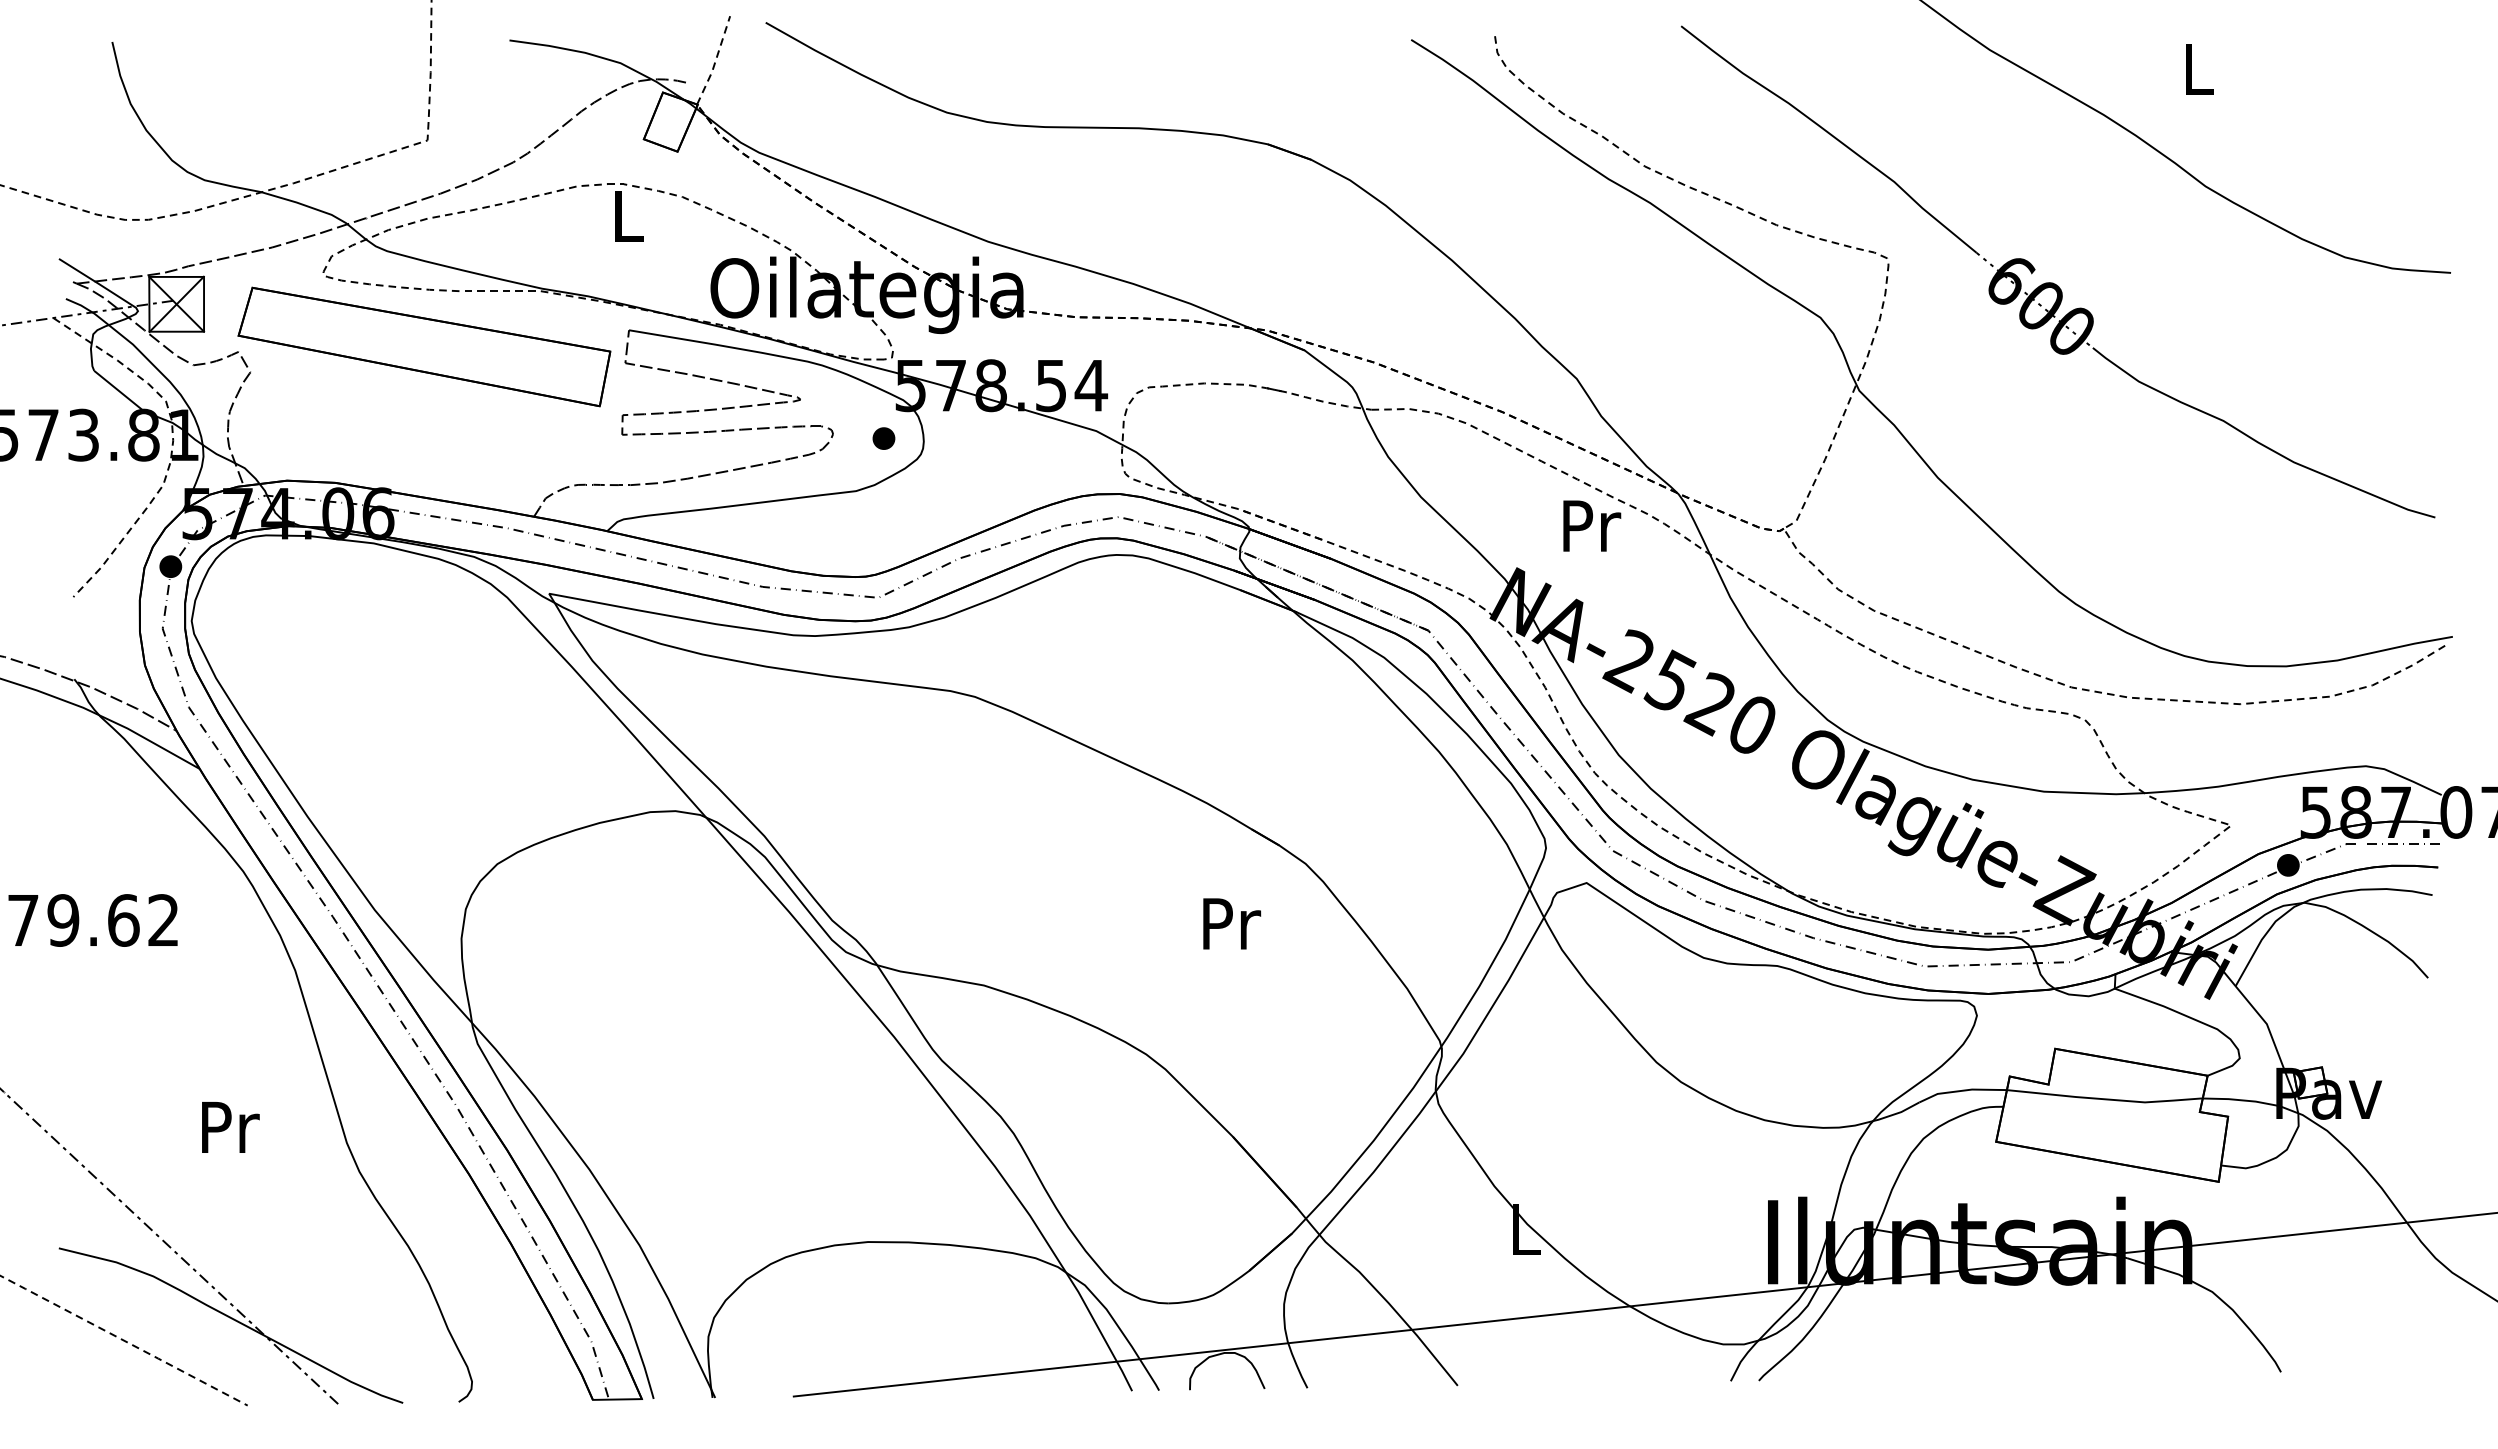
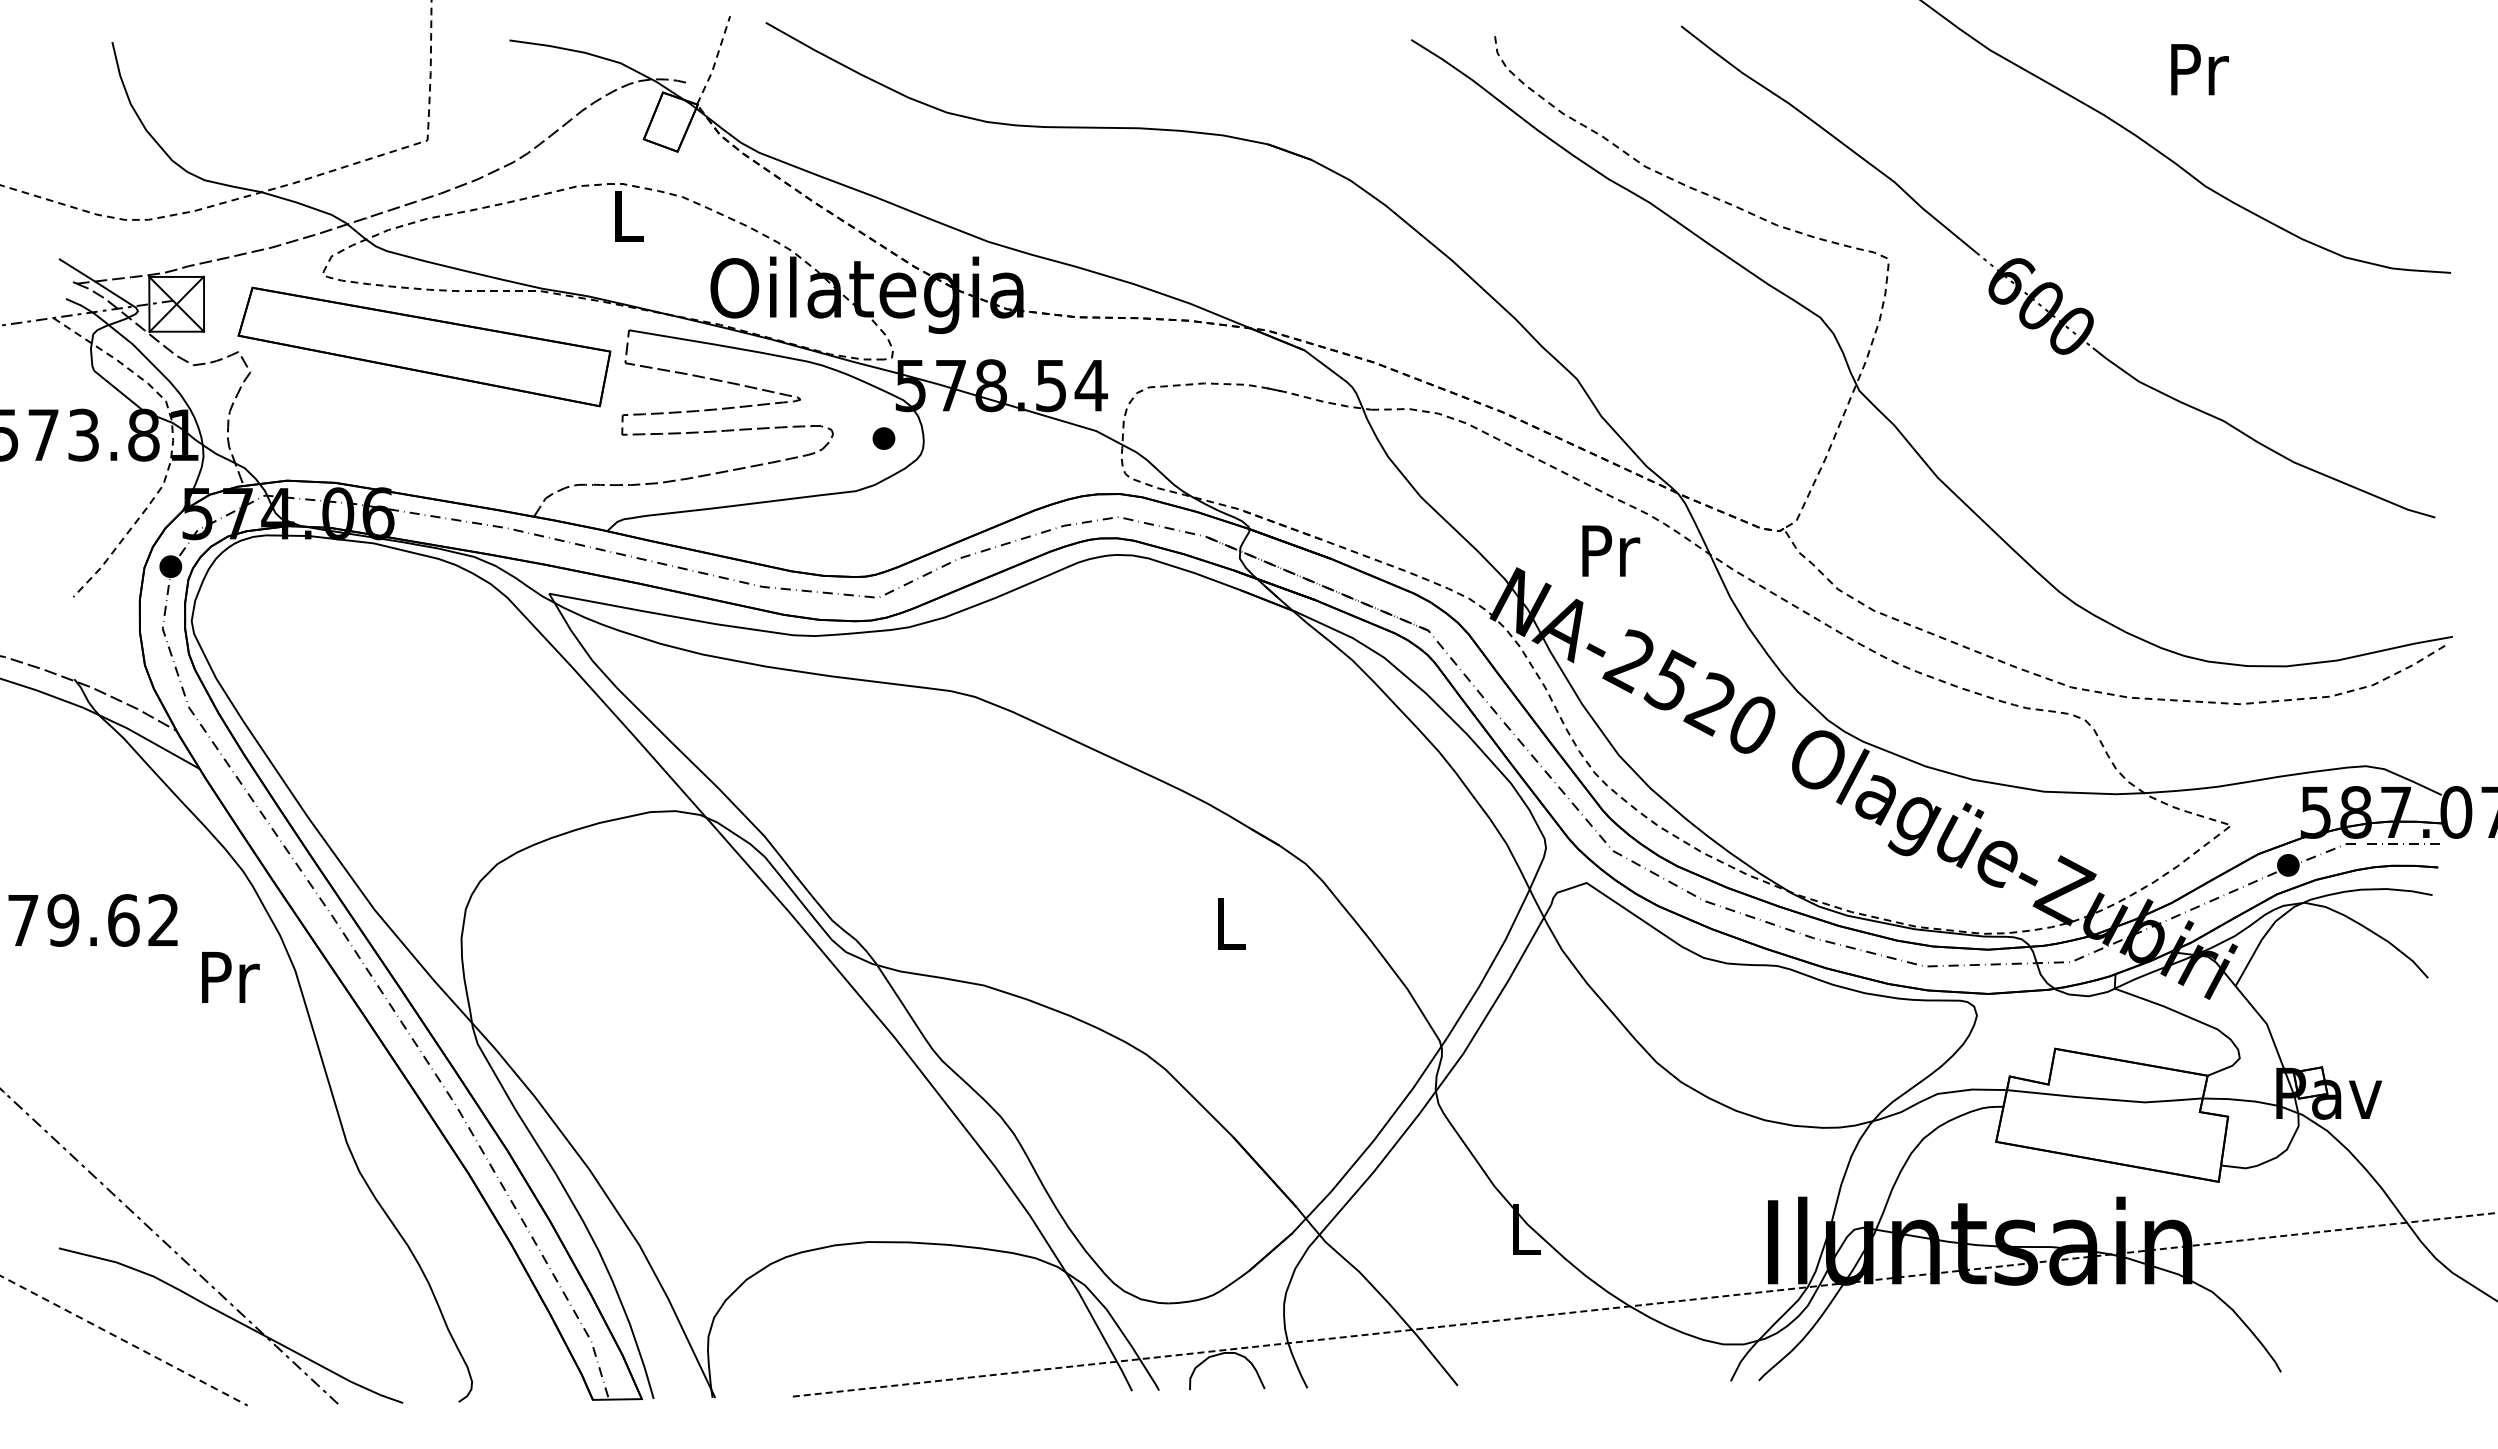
text at (2199, 69): L -> Pr
text at (1592, 525) position: (1592, 525) -> (1611, 550)
text at (1232, 923): Pr -> L
text at (230, 1127) position: (230, 1127) -> (230, 977)
line at (1645, 1304): solid -> dashed
